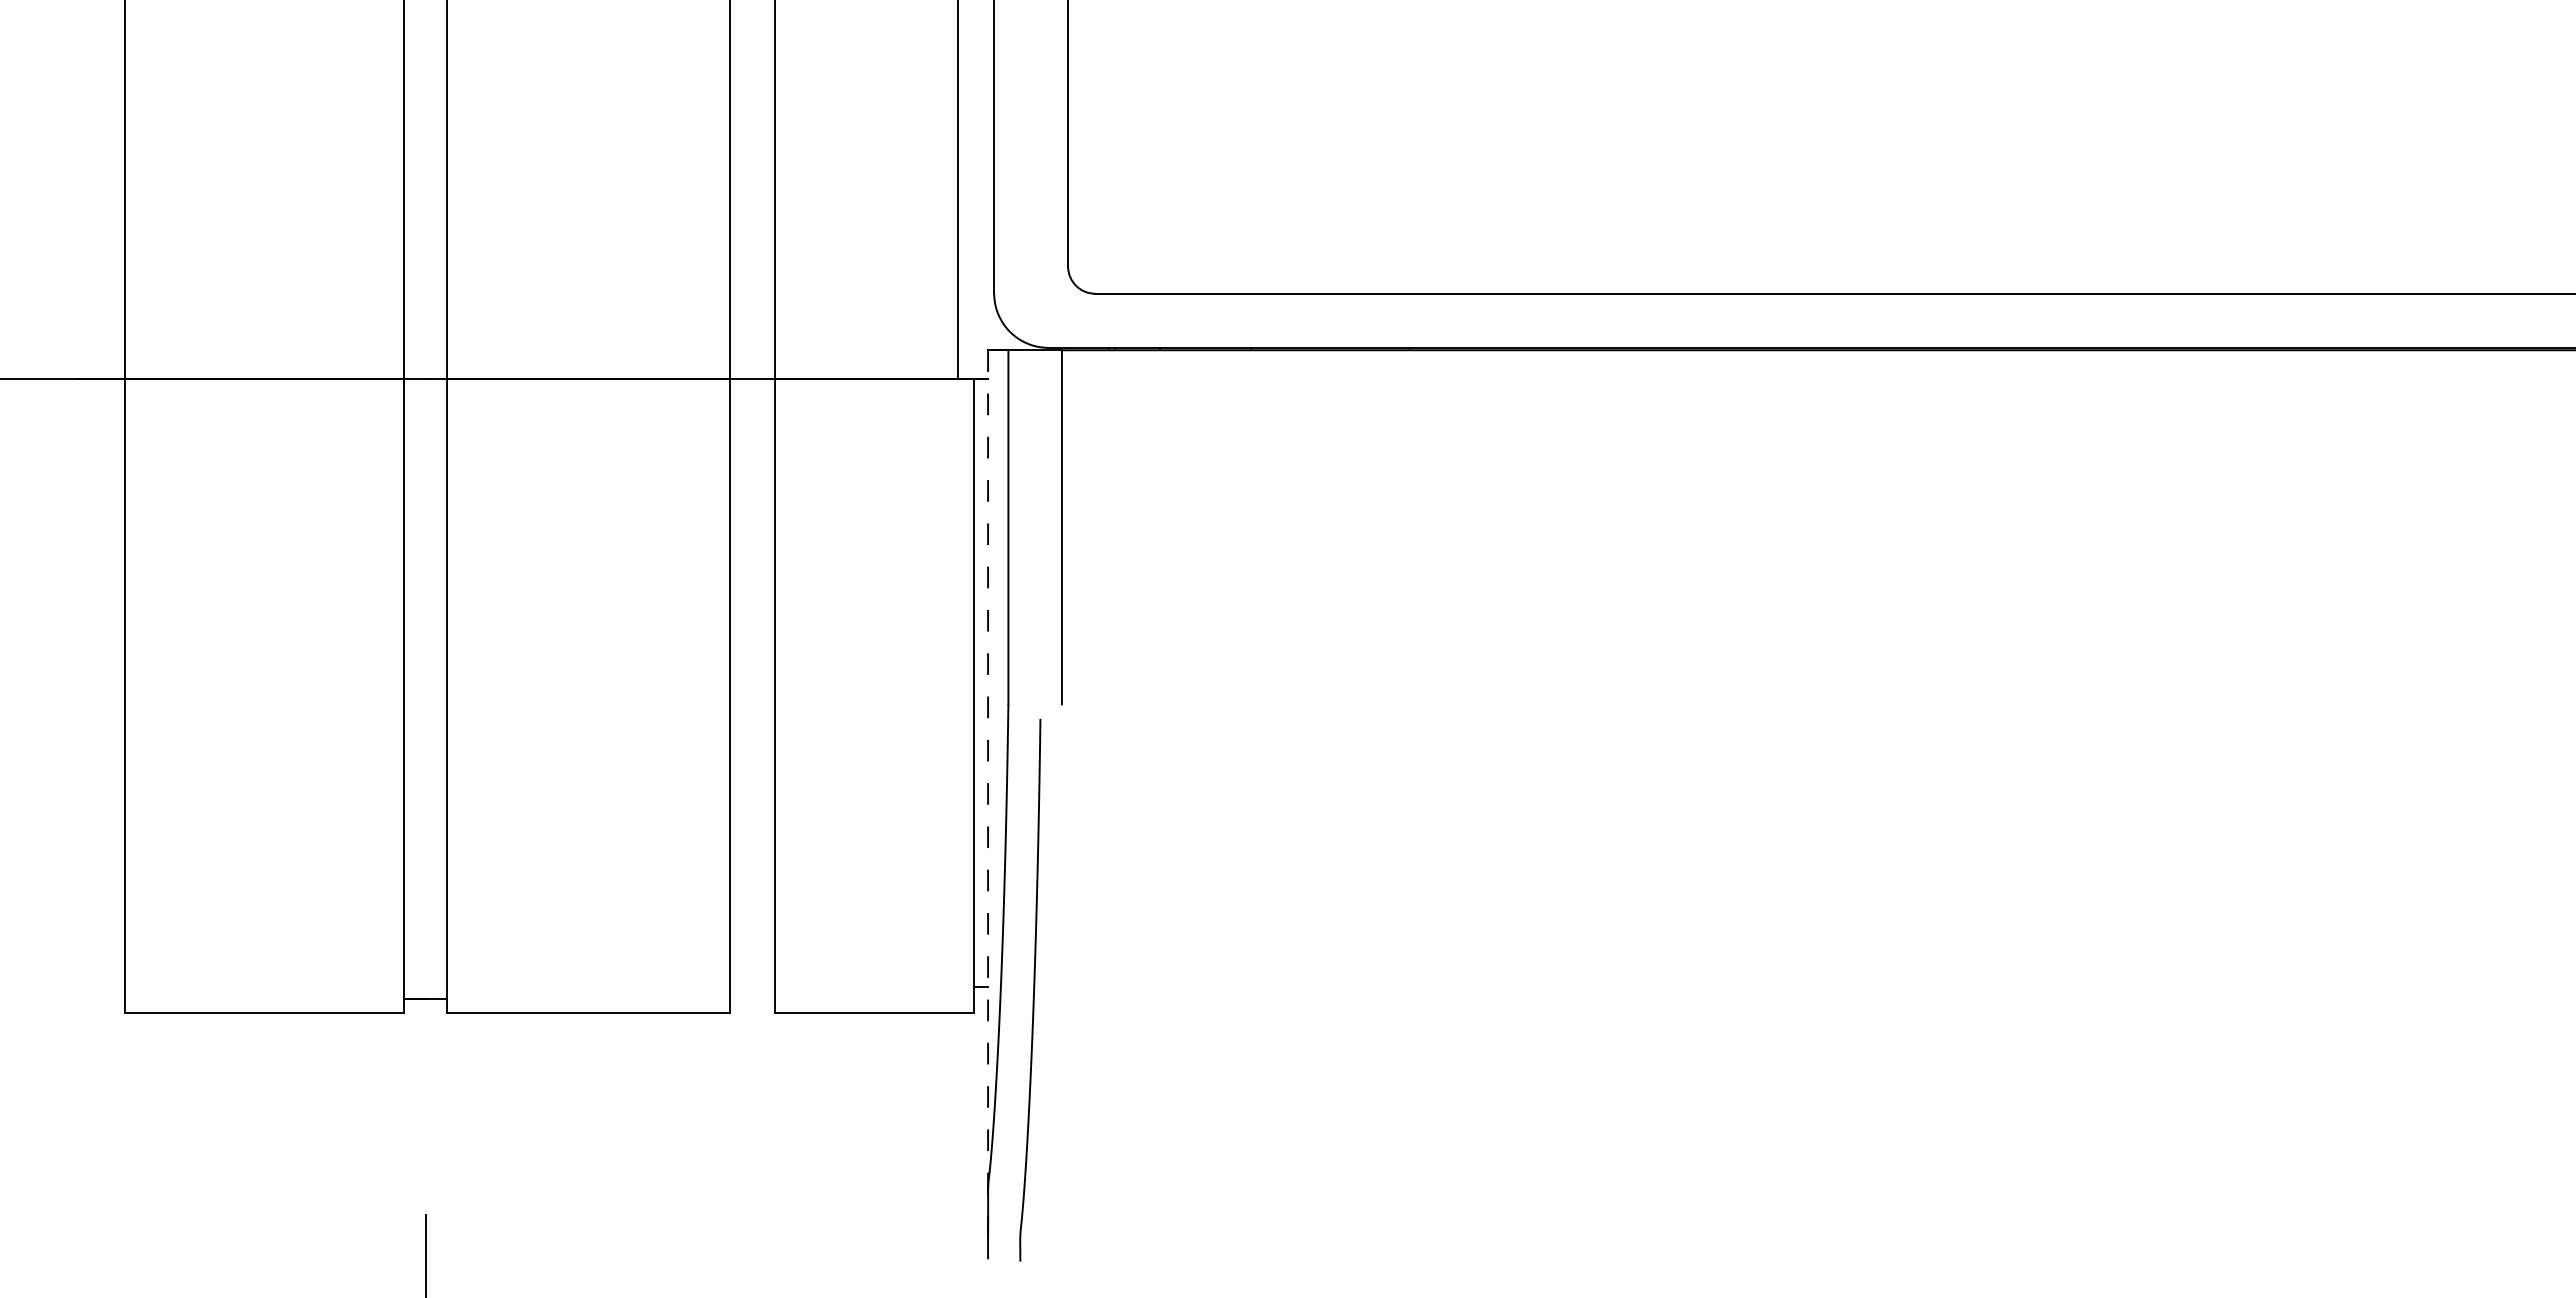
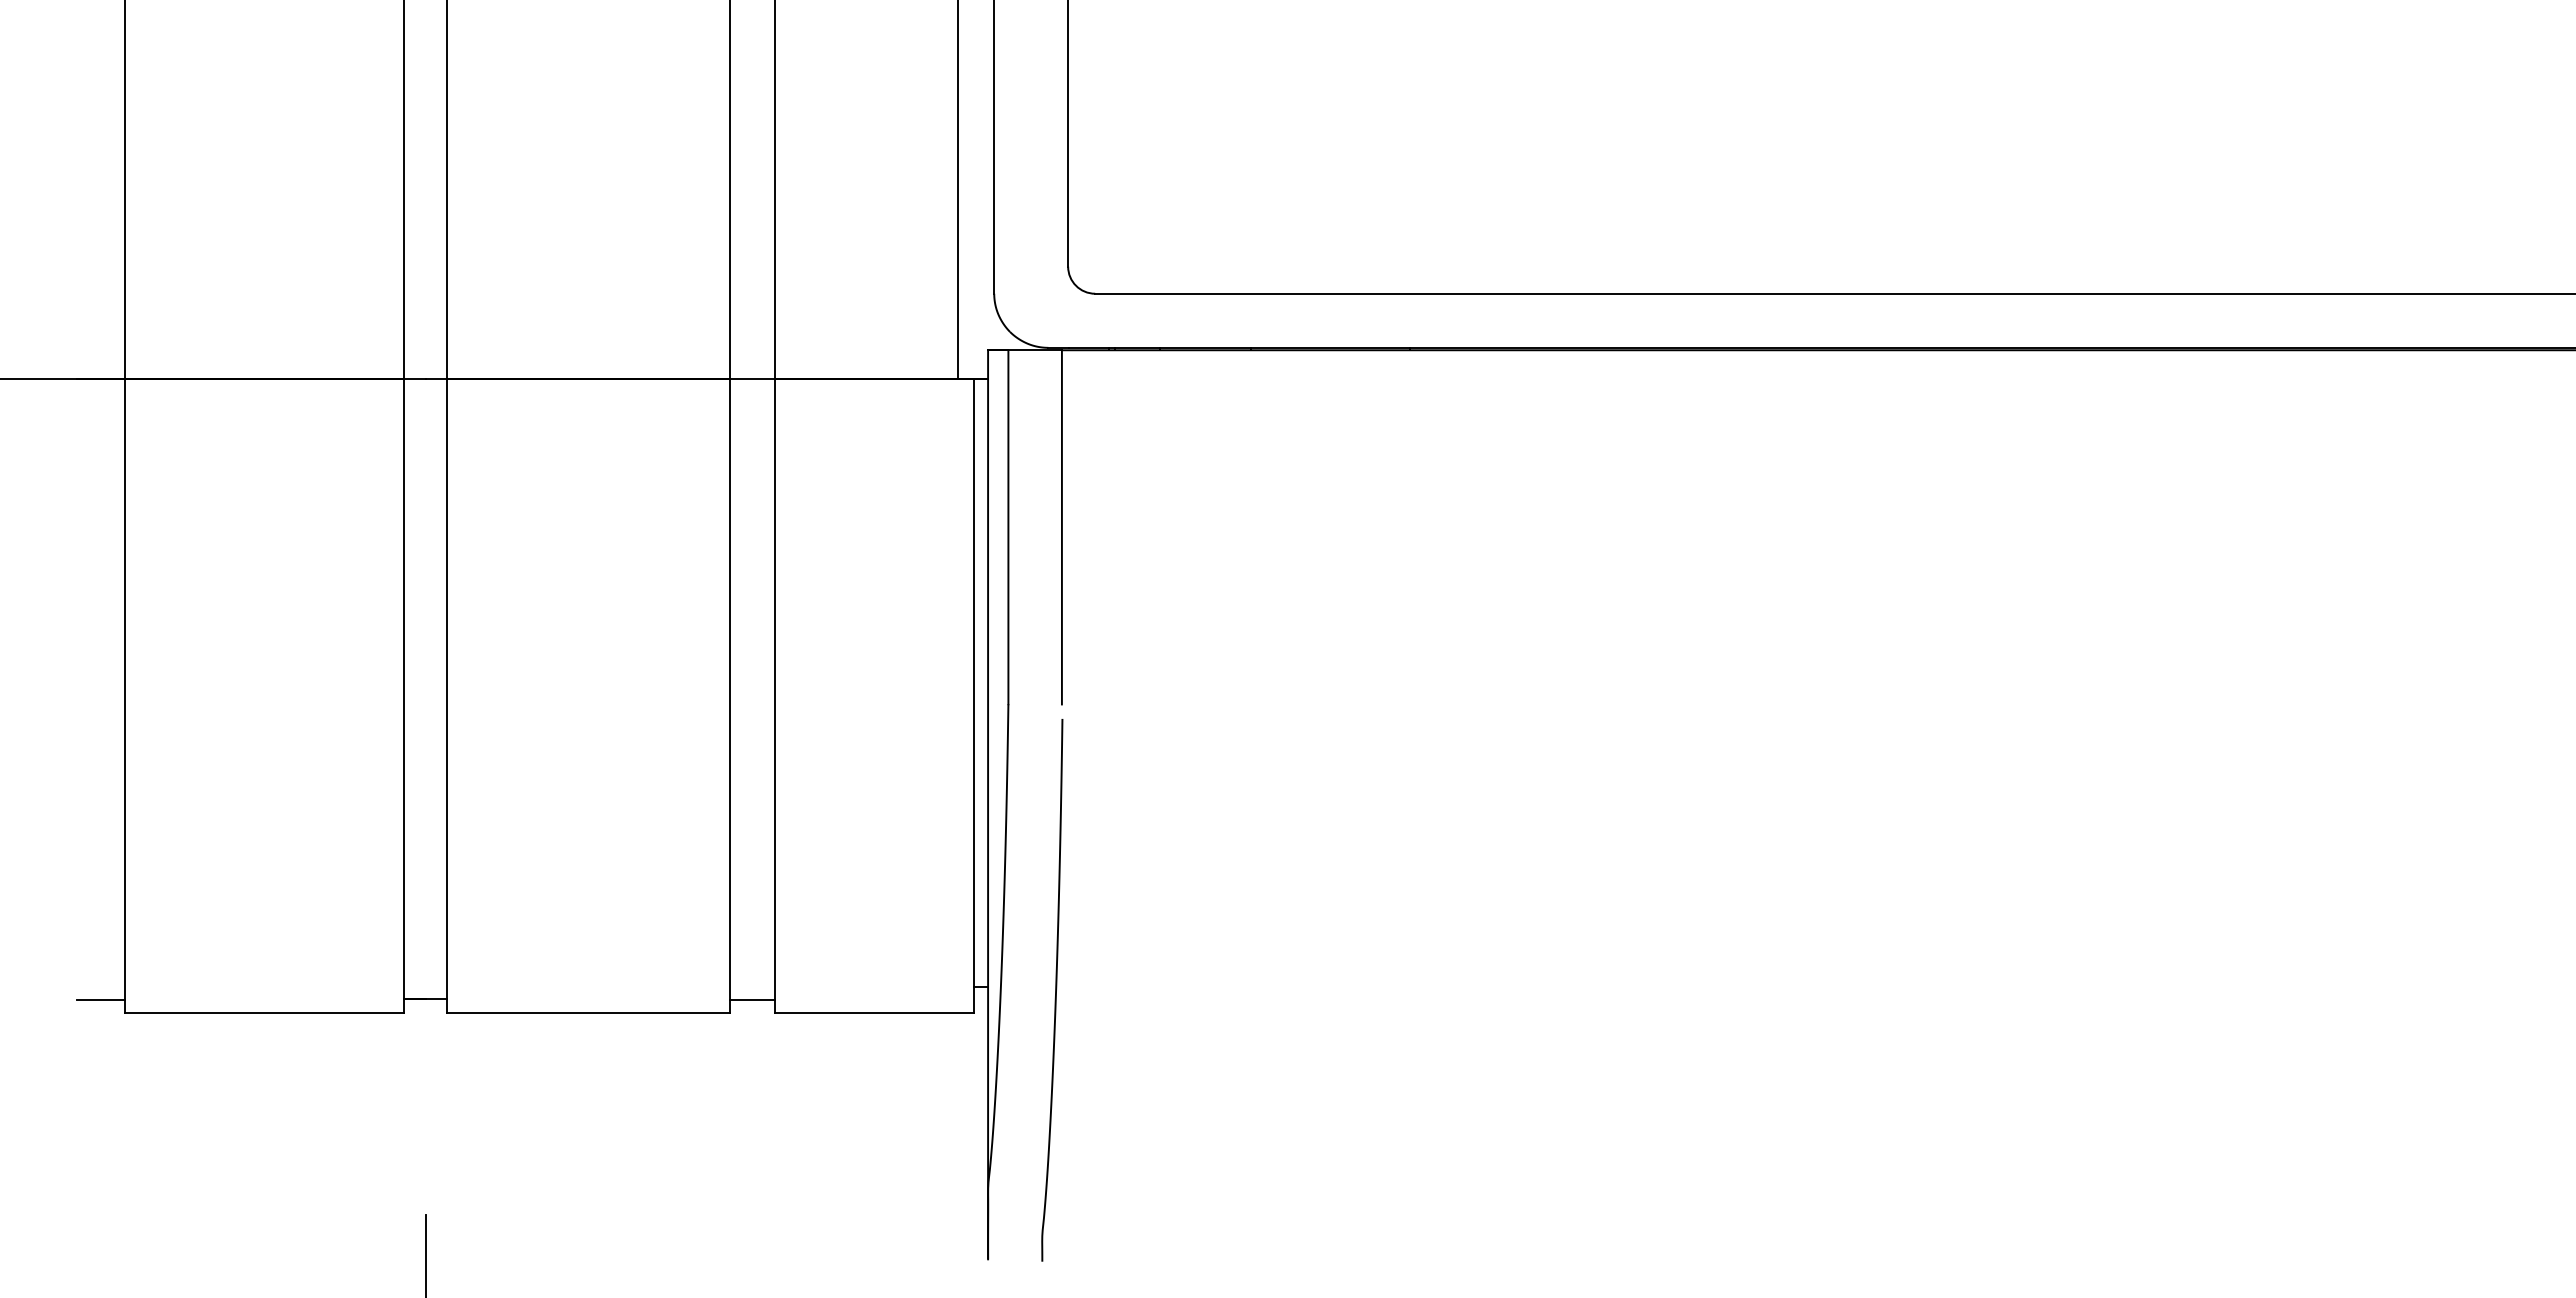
line at (988, 804): dashed -> solid
curve at (1033, 990) position: (1033, 990) -> (1055, 990)
line at (100, 1000): none -> present
line at (752, 1000): none -> present
